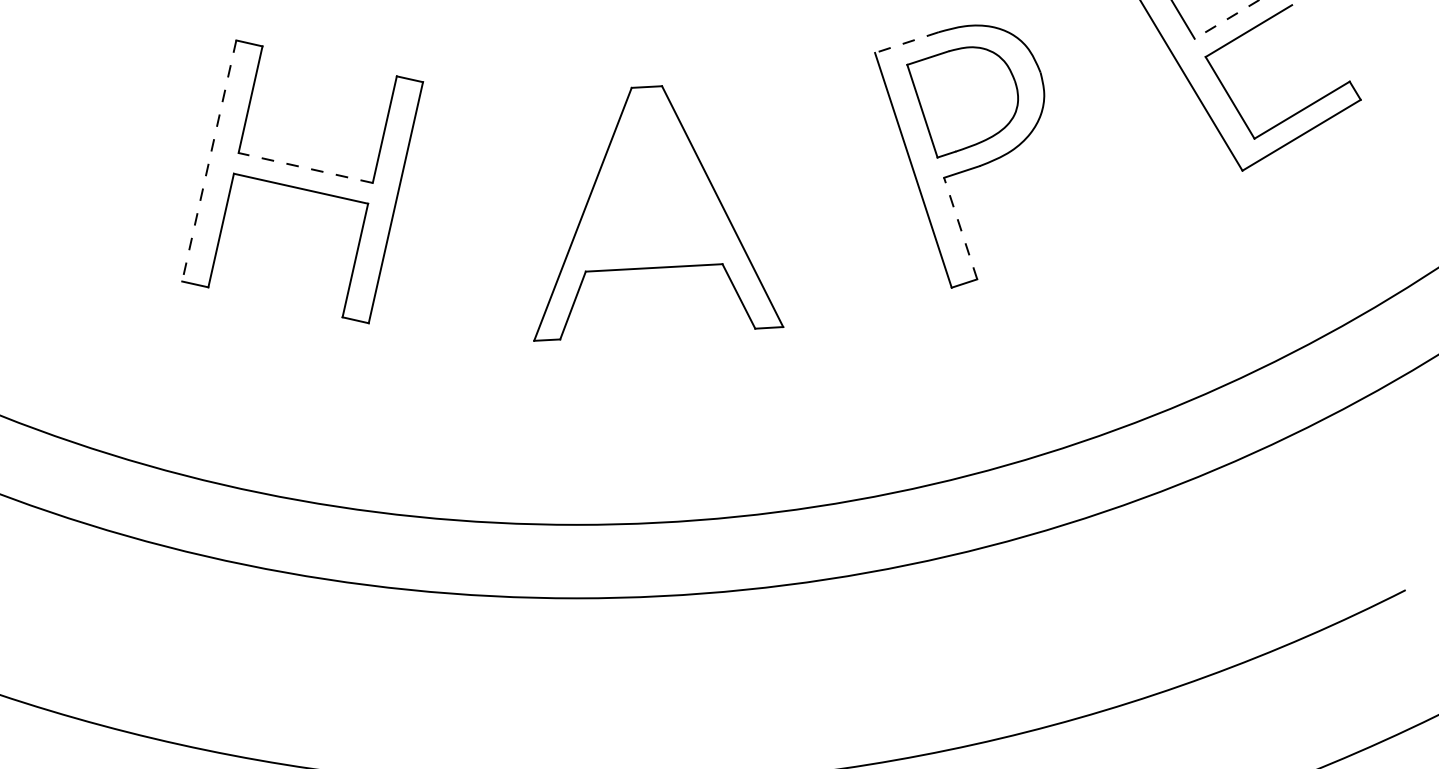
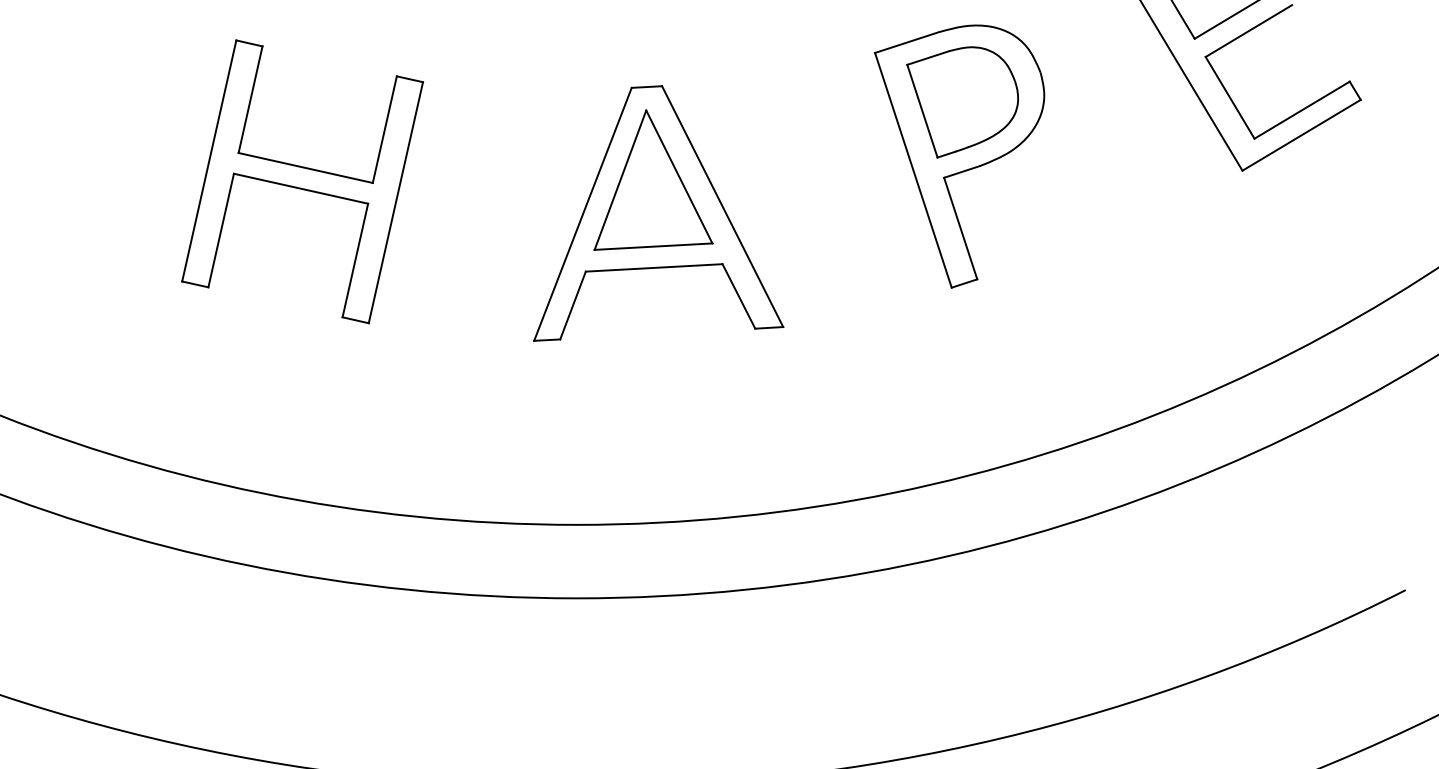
line at (1226, 19): dashed -> solid
line at (906, 42): dashed -> solid
line at (209, 160): dashed -> solid
line at (305, 168): dashed -> solid
part at (653, 179): none -> present
line at (960, 228): dashed -> solid
